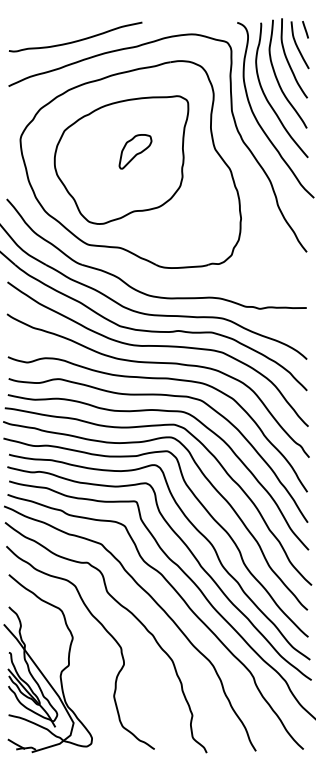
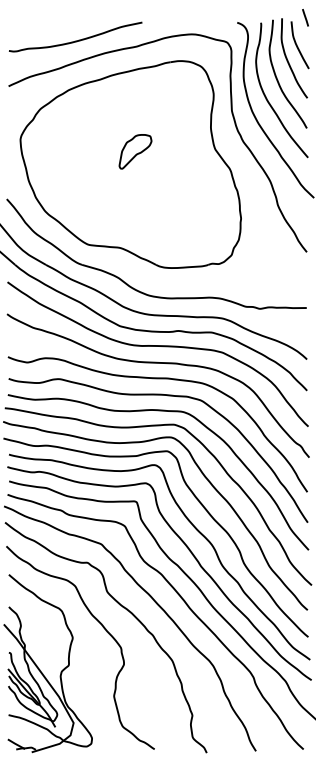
line at (305, 29) position: (305, 29) -> (305, 17)
part at (121, 159): present -> none
